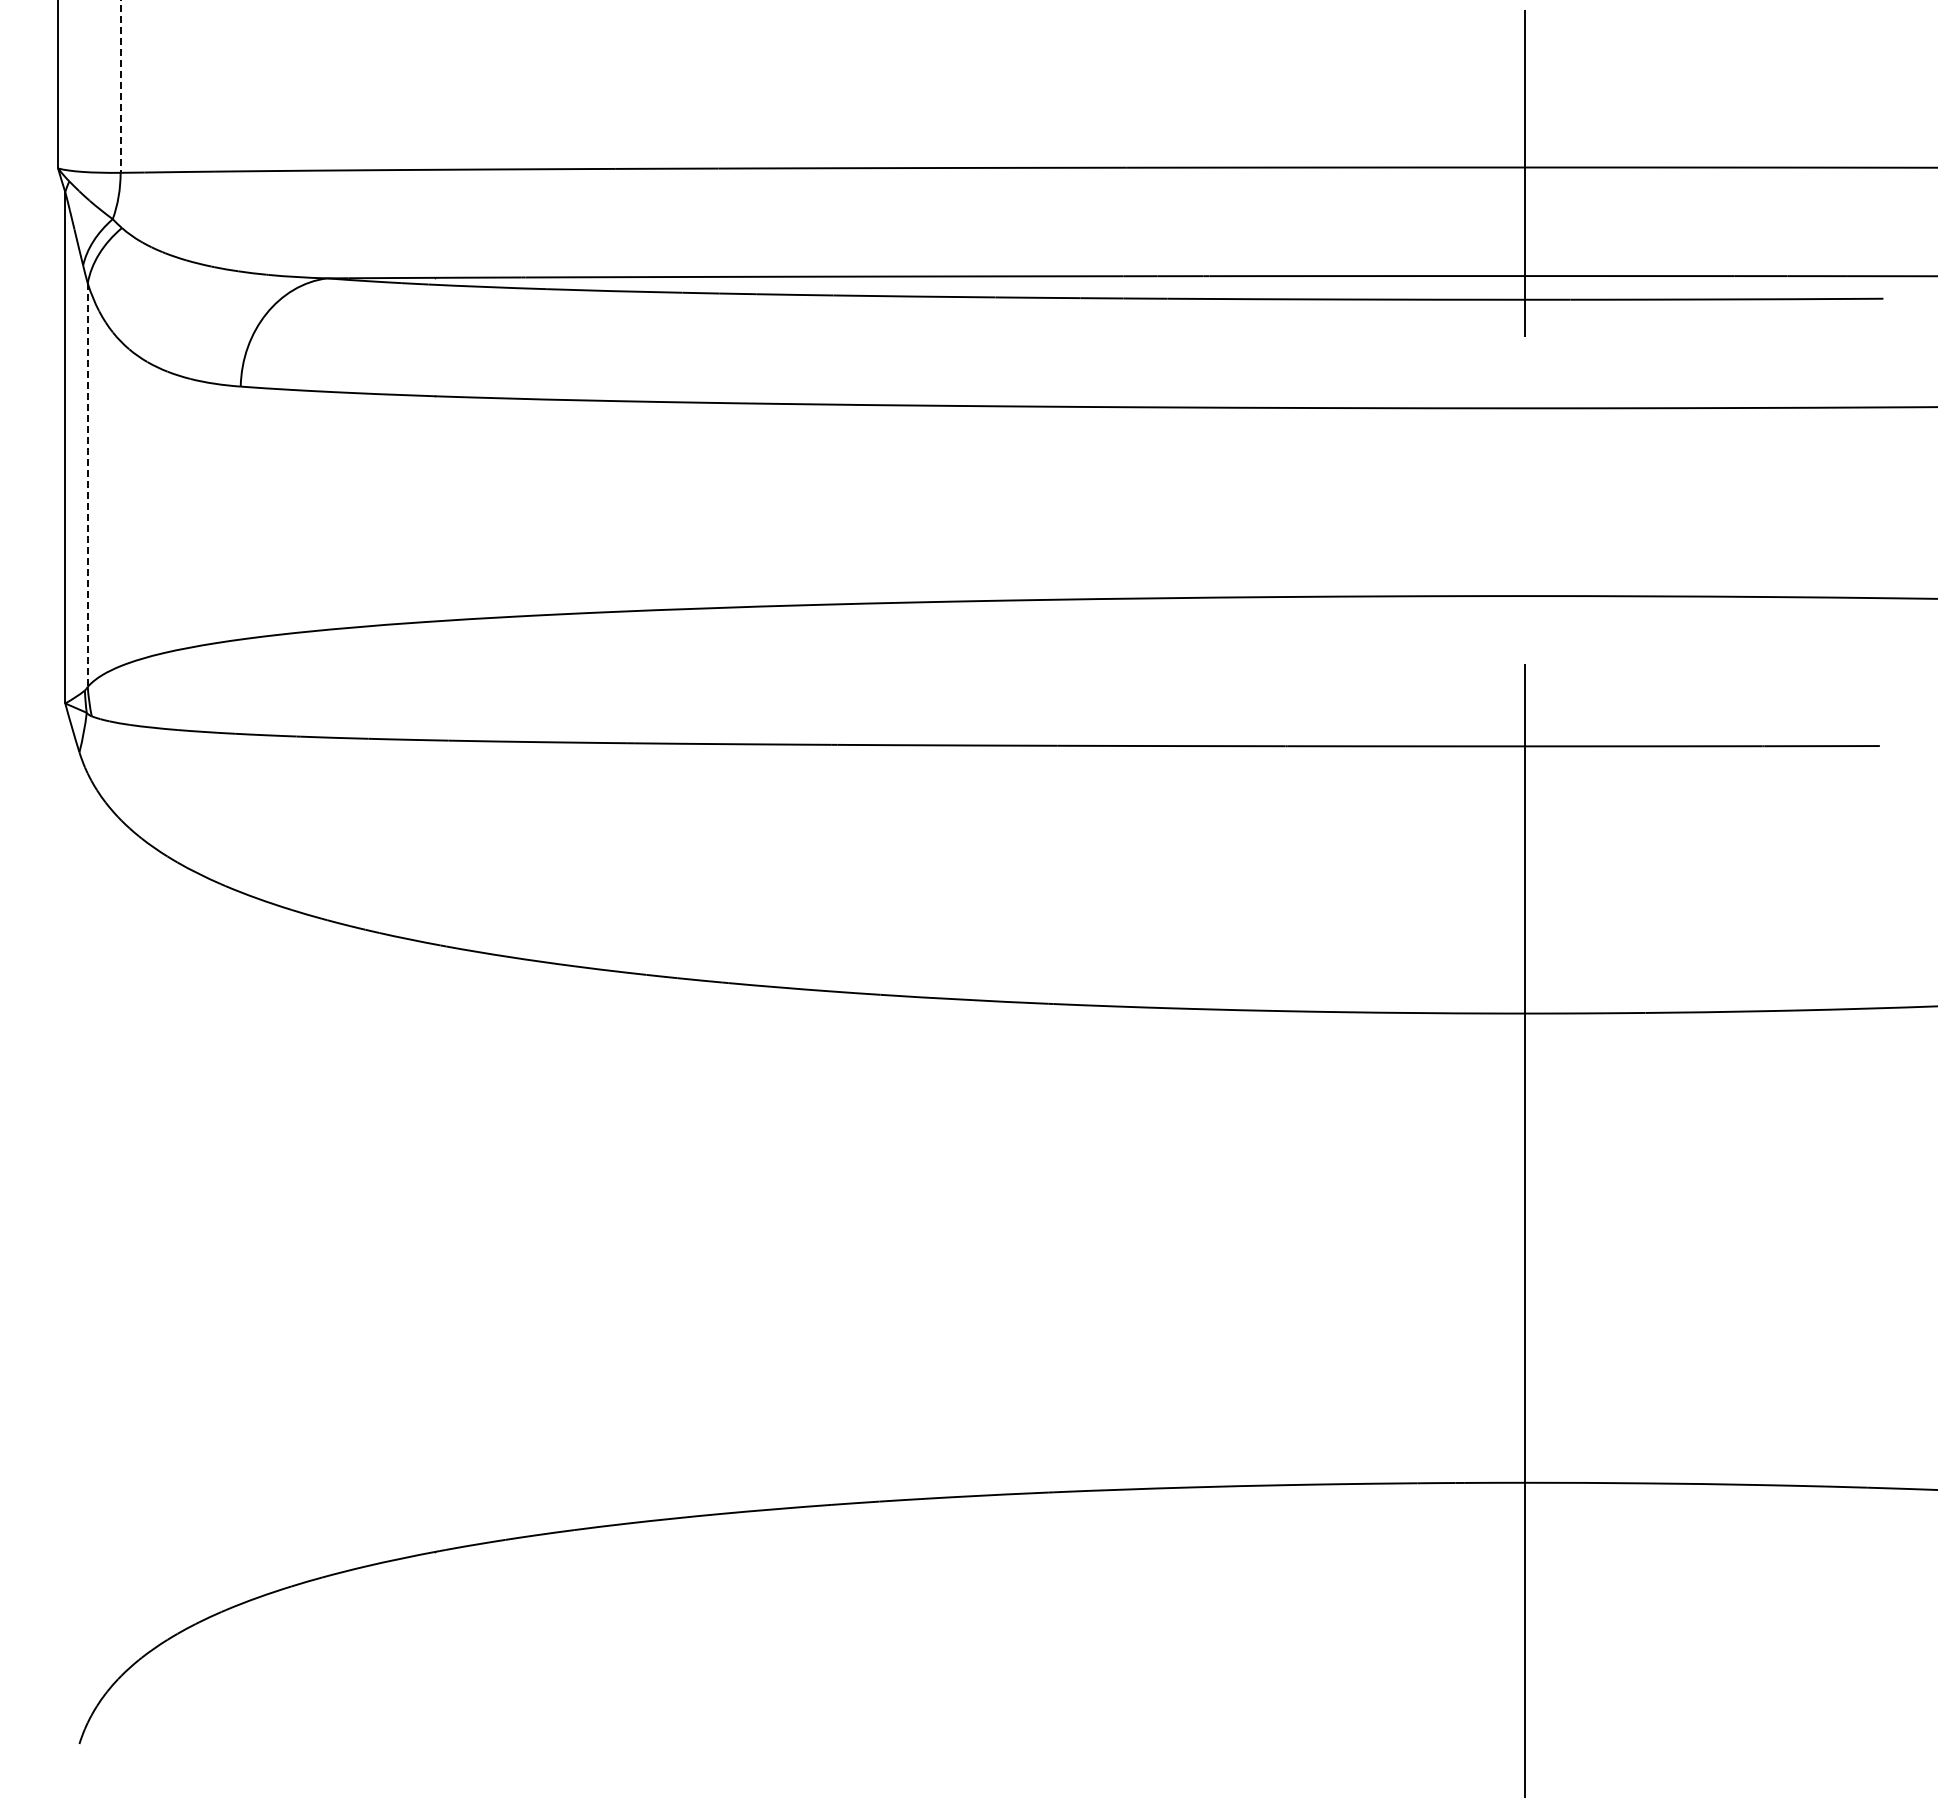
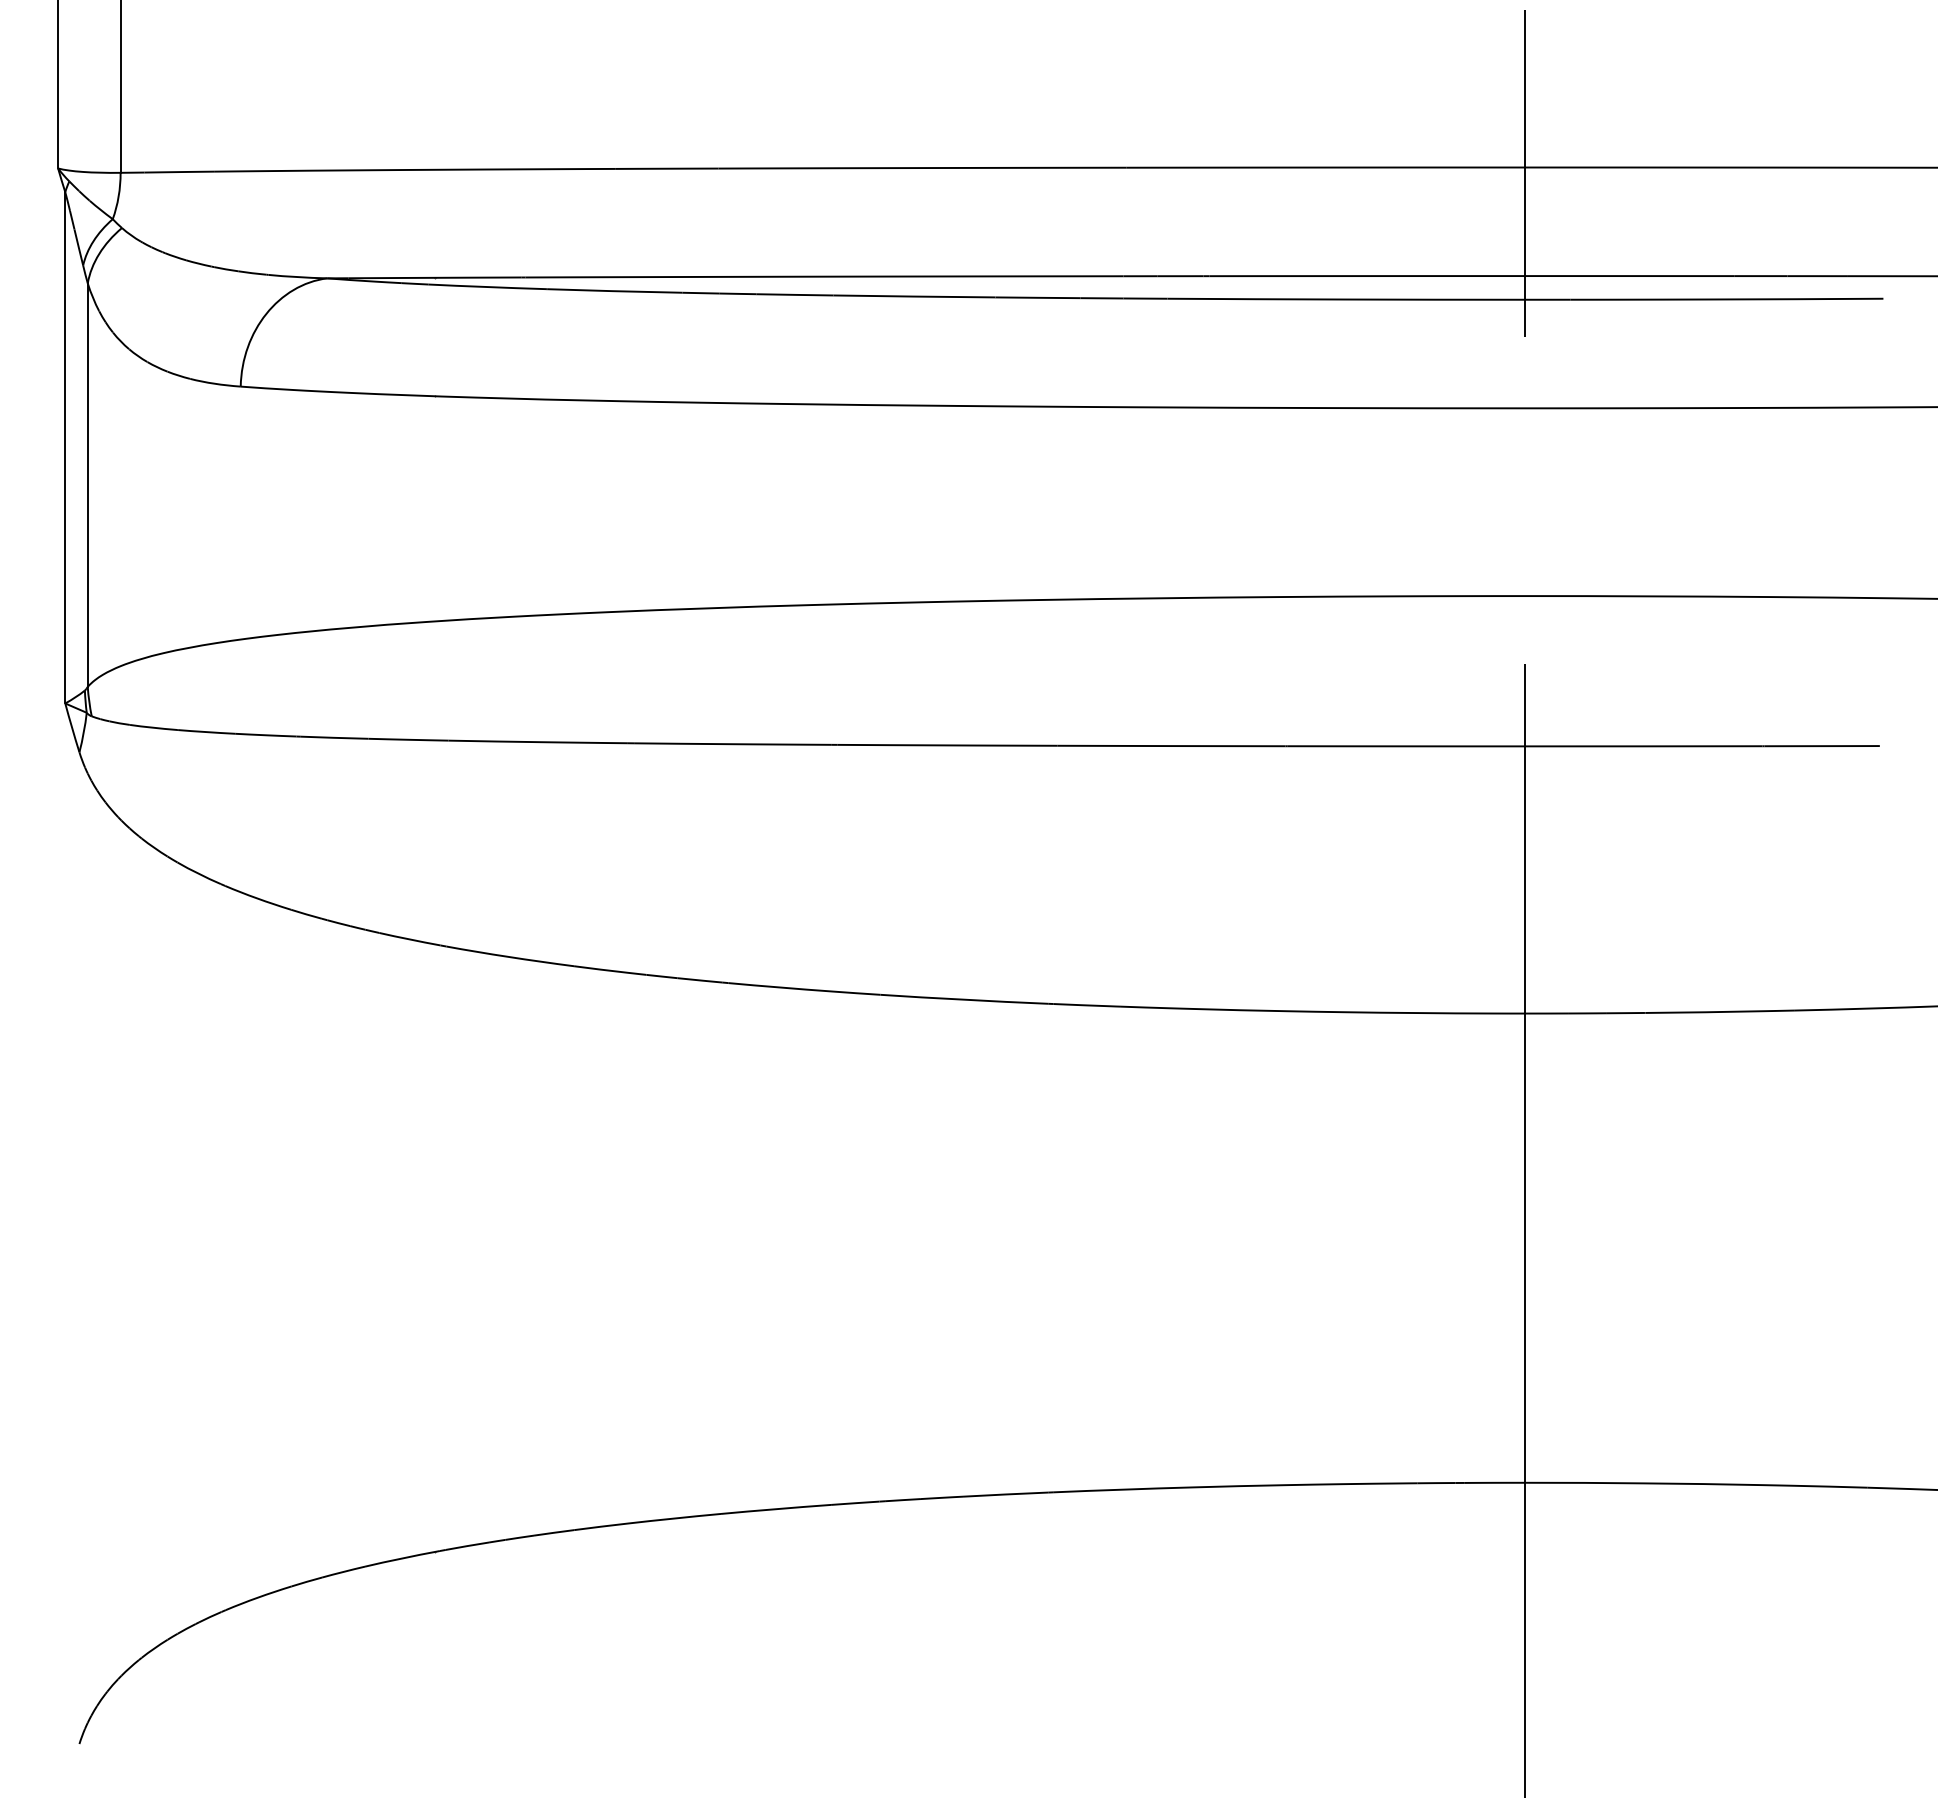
line at (120, 86): dashed -> solid
line at (87, 485): dashed -> solid
